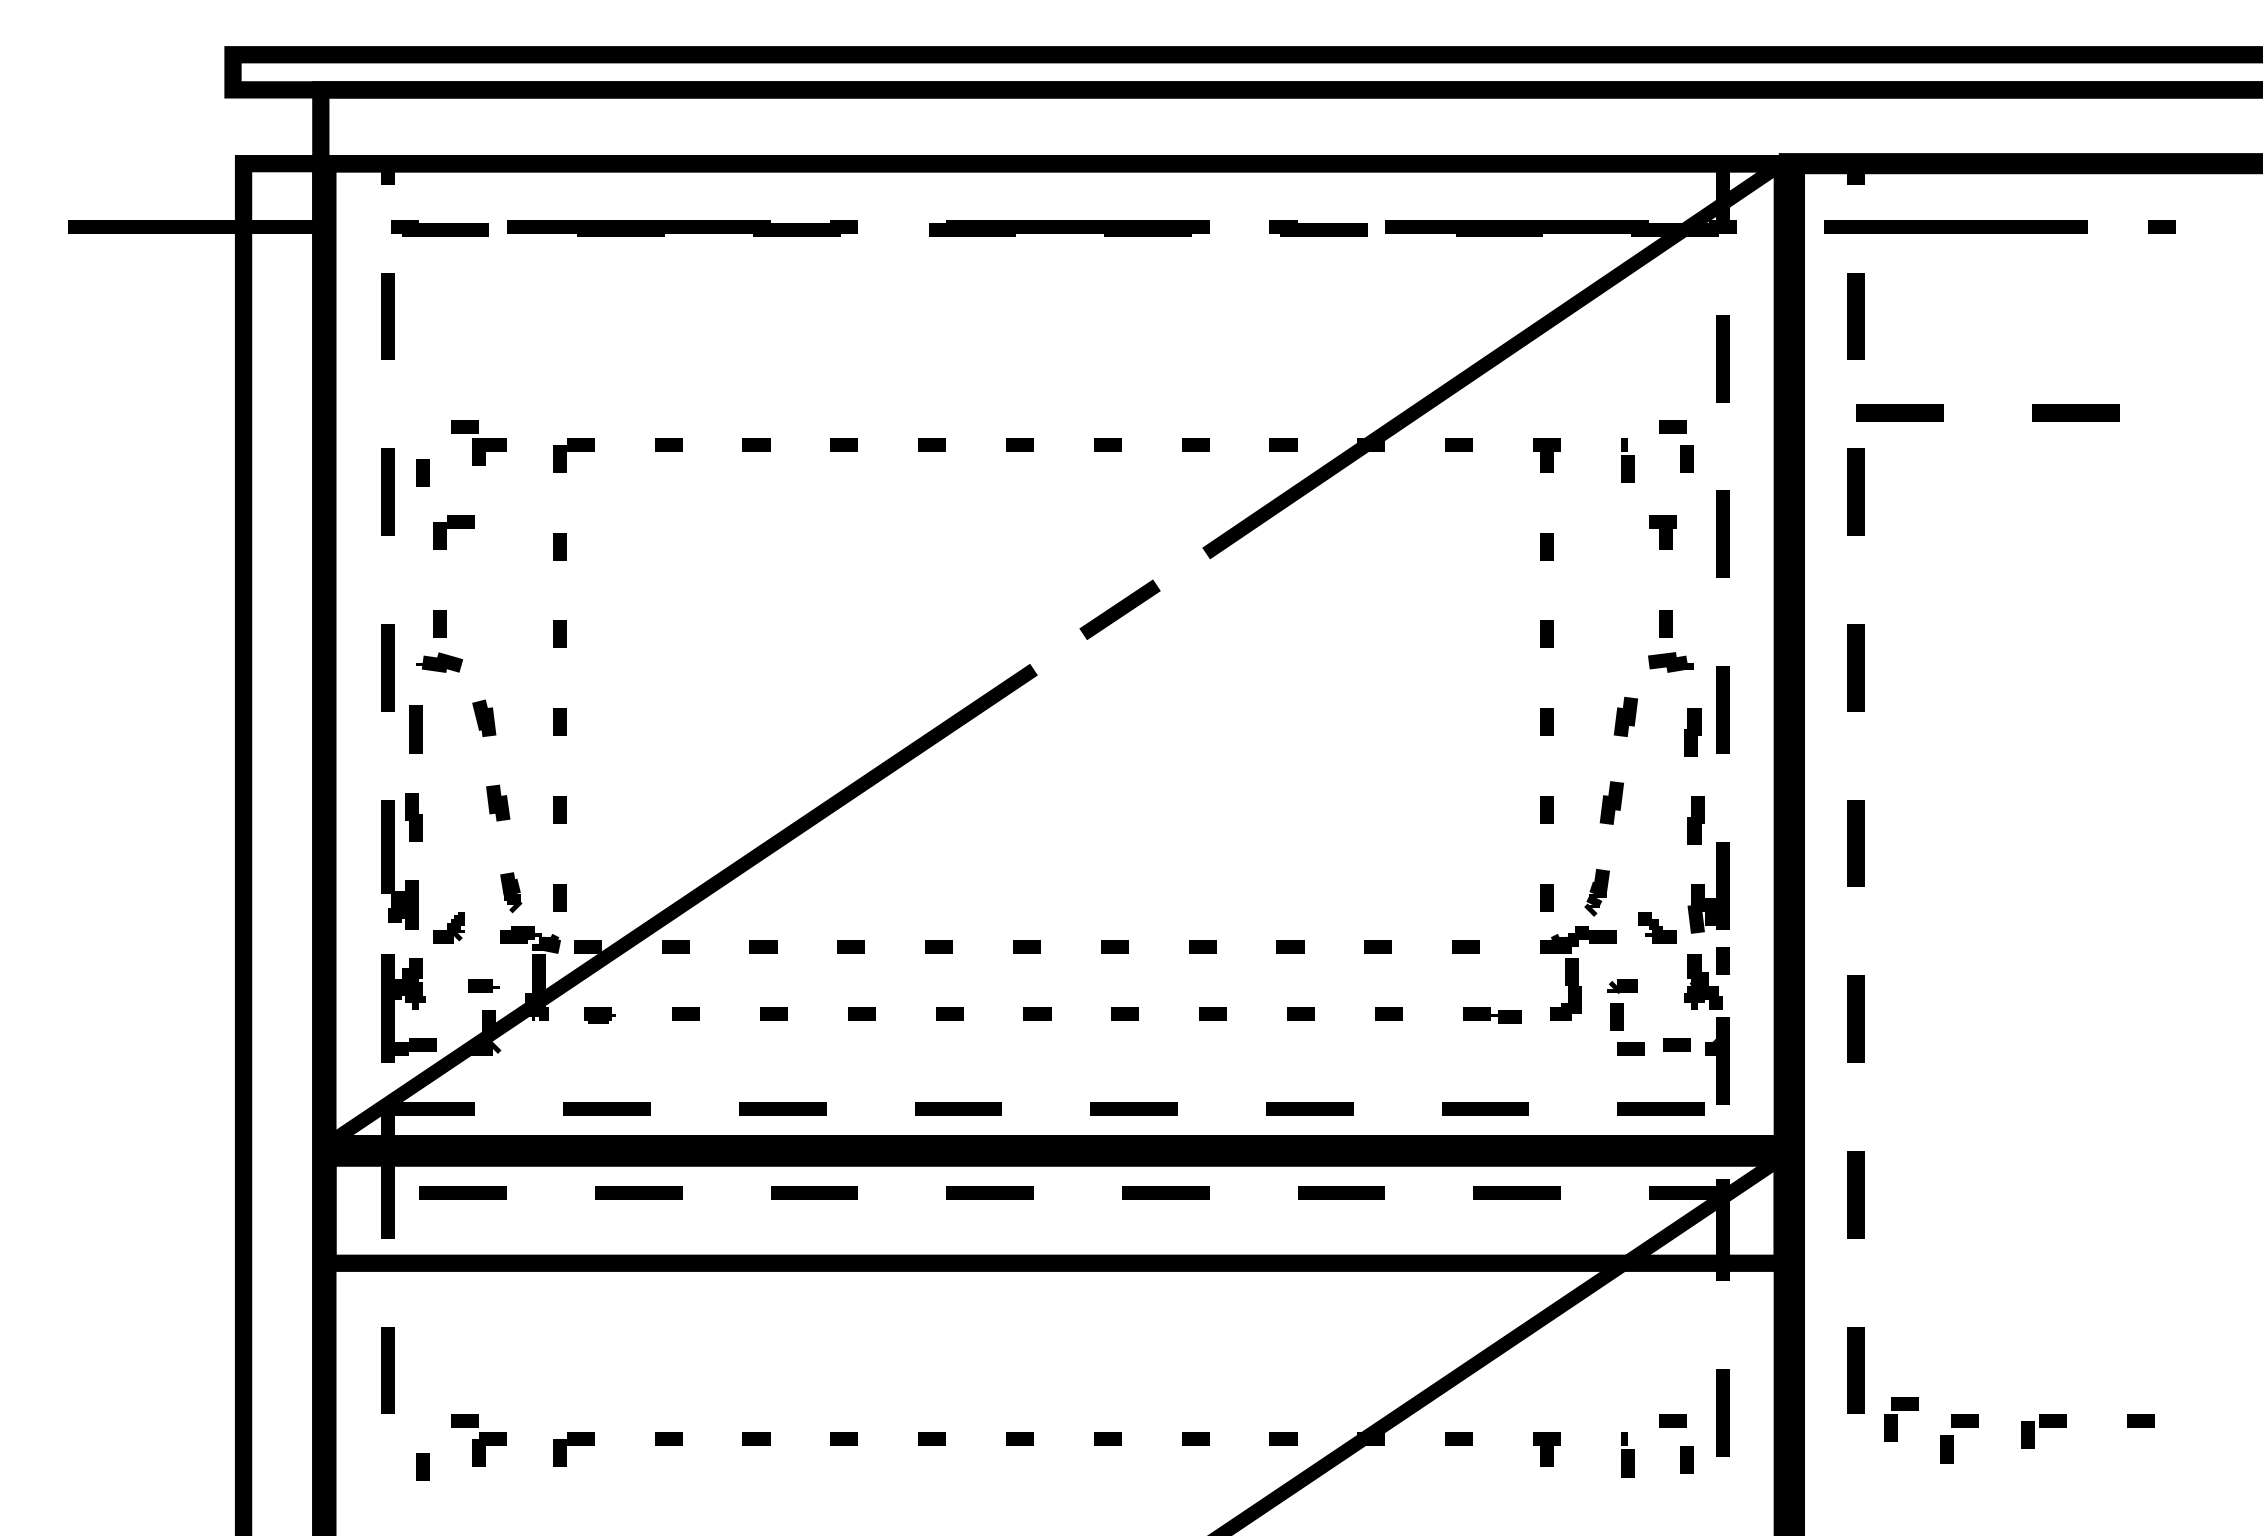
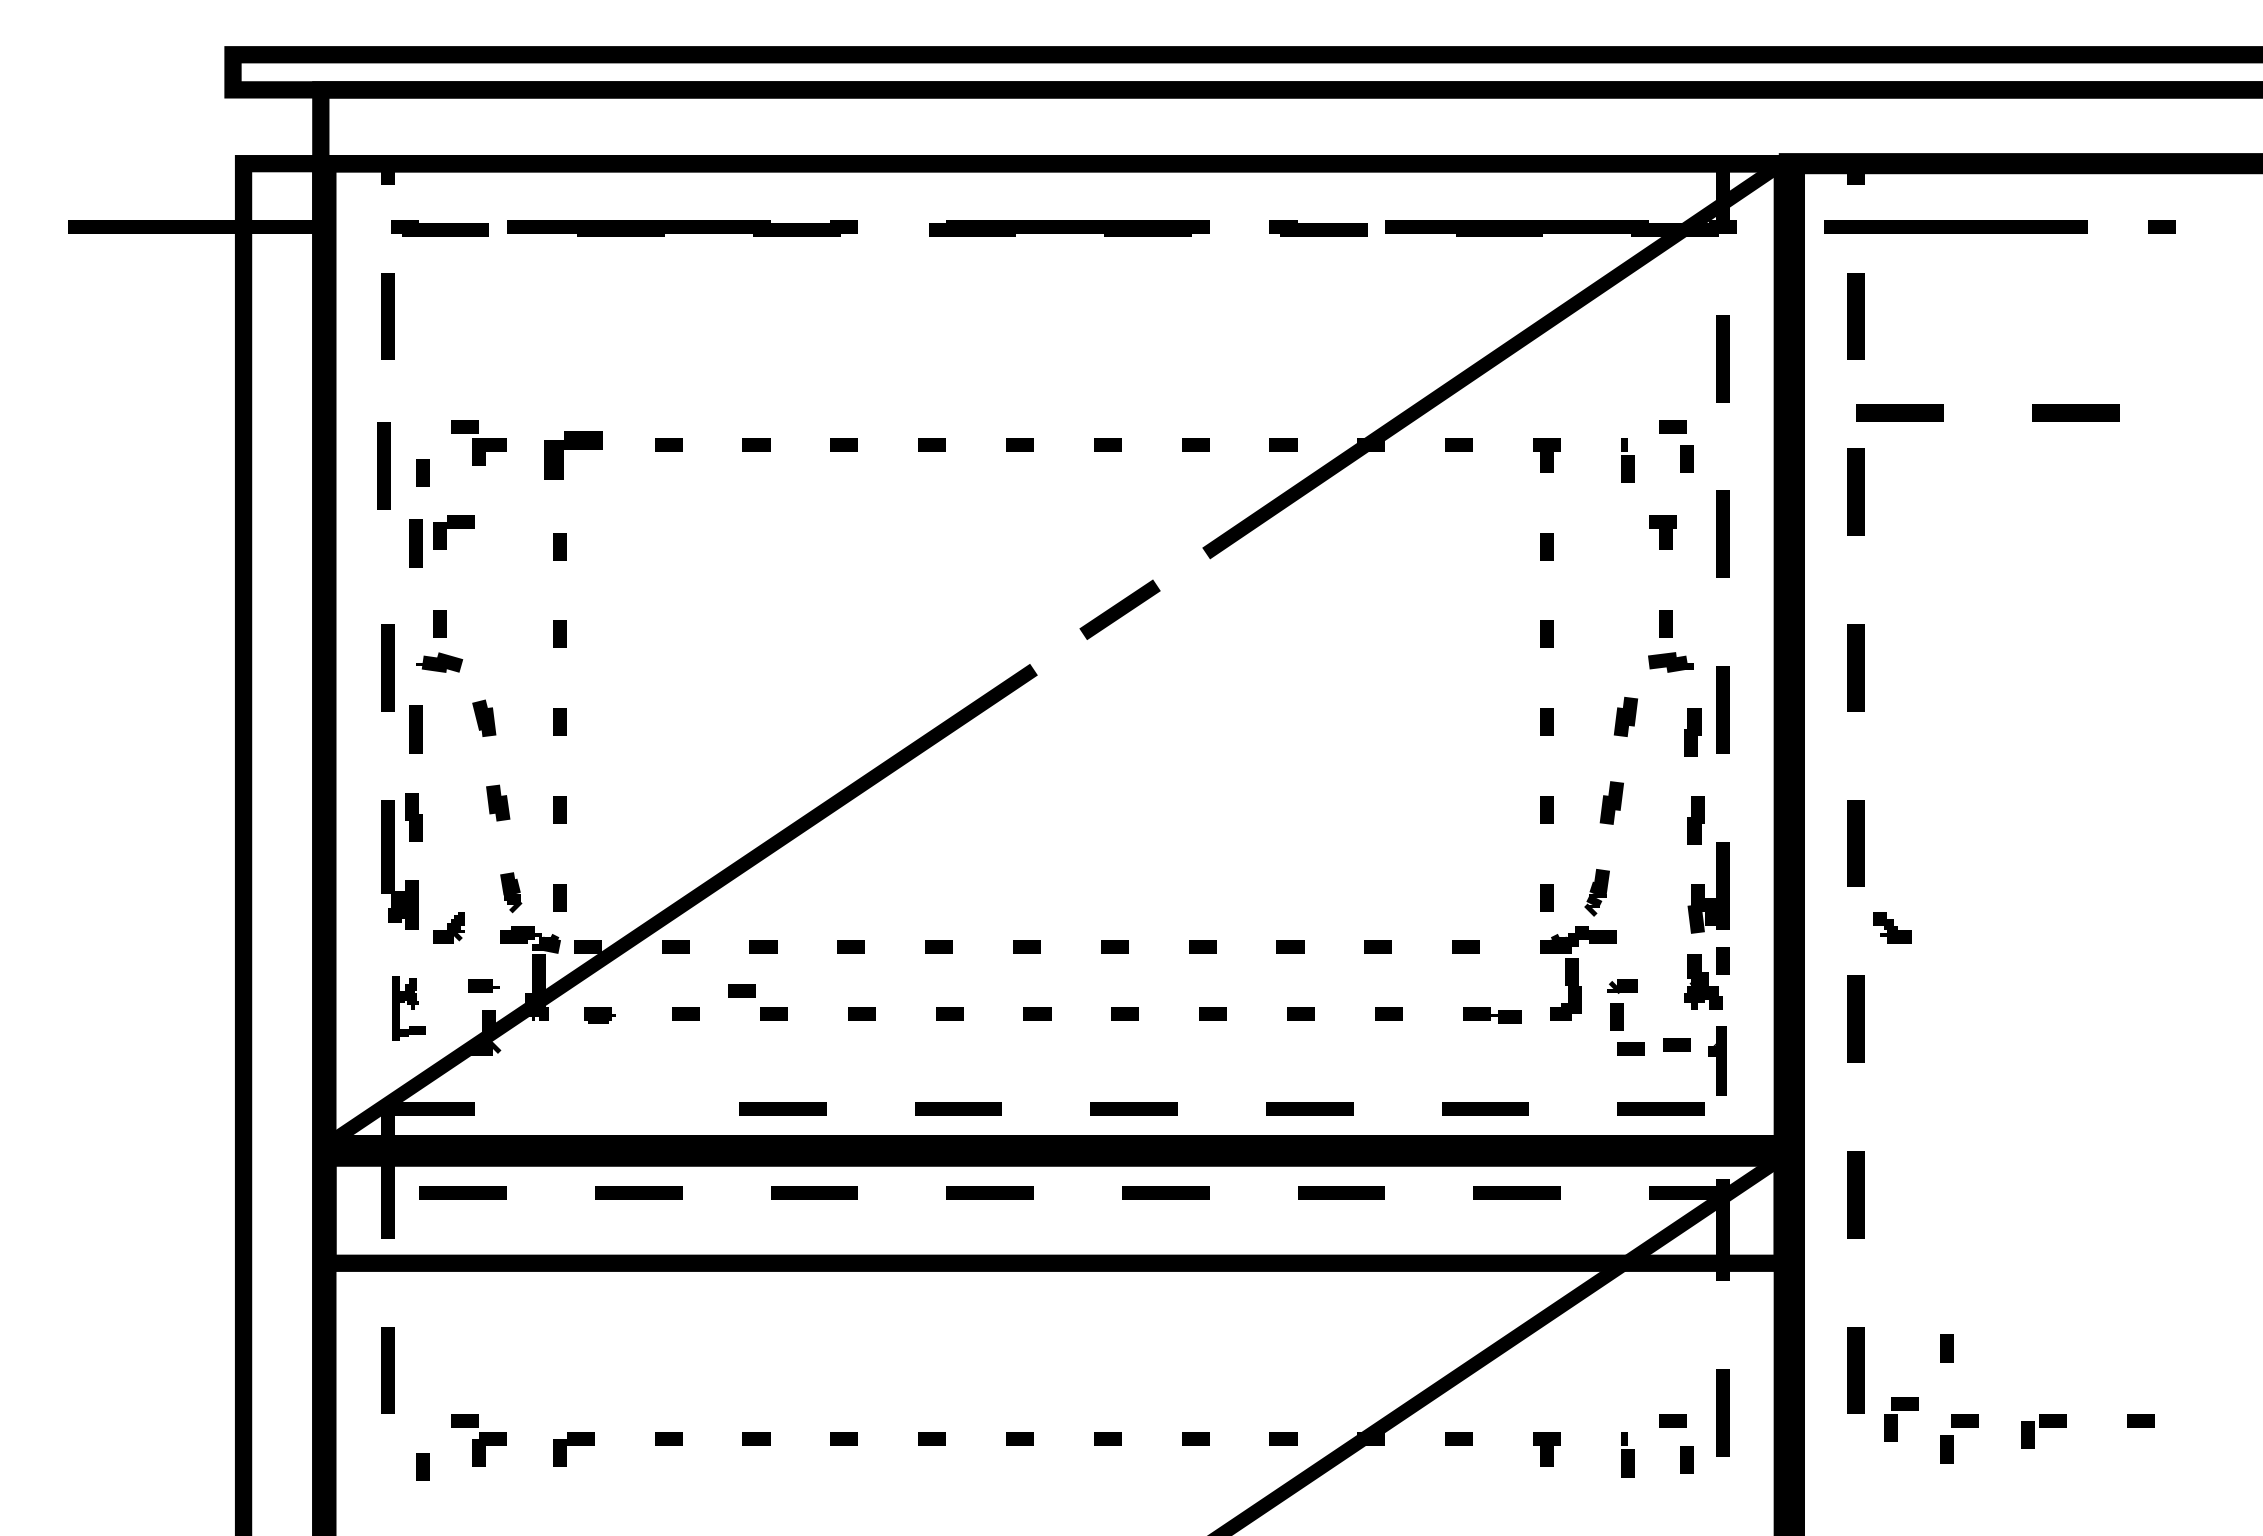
part at (573, 455) size: 42x35 px -> 59x49 px
line at (387, 491) position: (387, 491) -> (383, 465)
part at (415, 543): none -> present
part at (1657, 927) position: (1657, 927) -> (1892, 927)
line at (741, 990): none -> present
part at (408, 1008) size: 56x109 px -> 34x65 px
part at (1717, 1060) size: 25x88 px -> 19x70 px
line at (606, 1108): present -> none
line at (1946, 1348): none -> present
